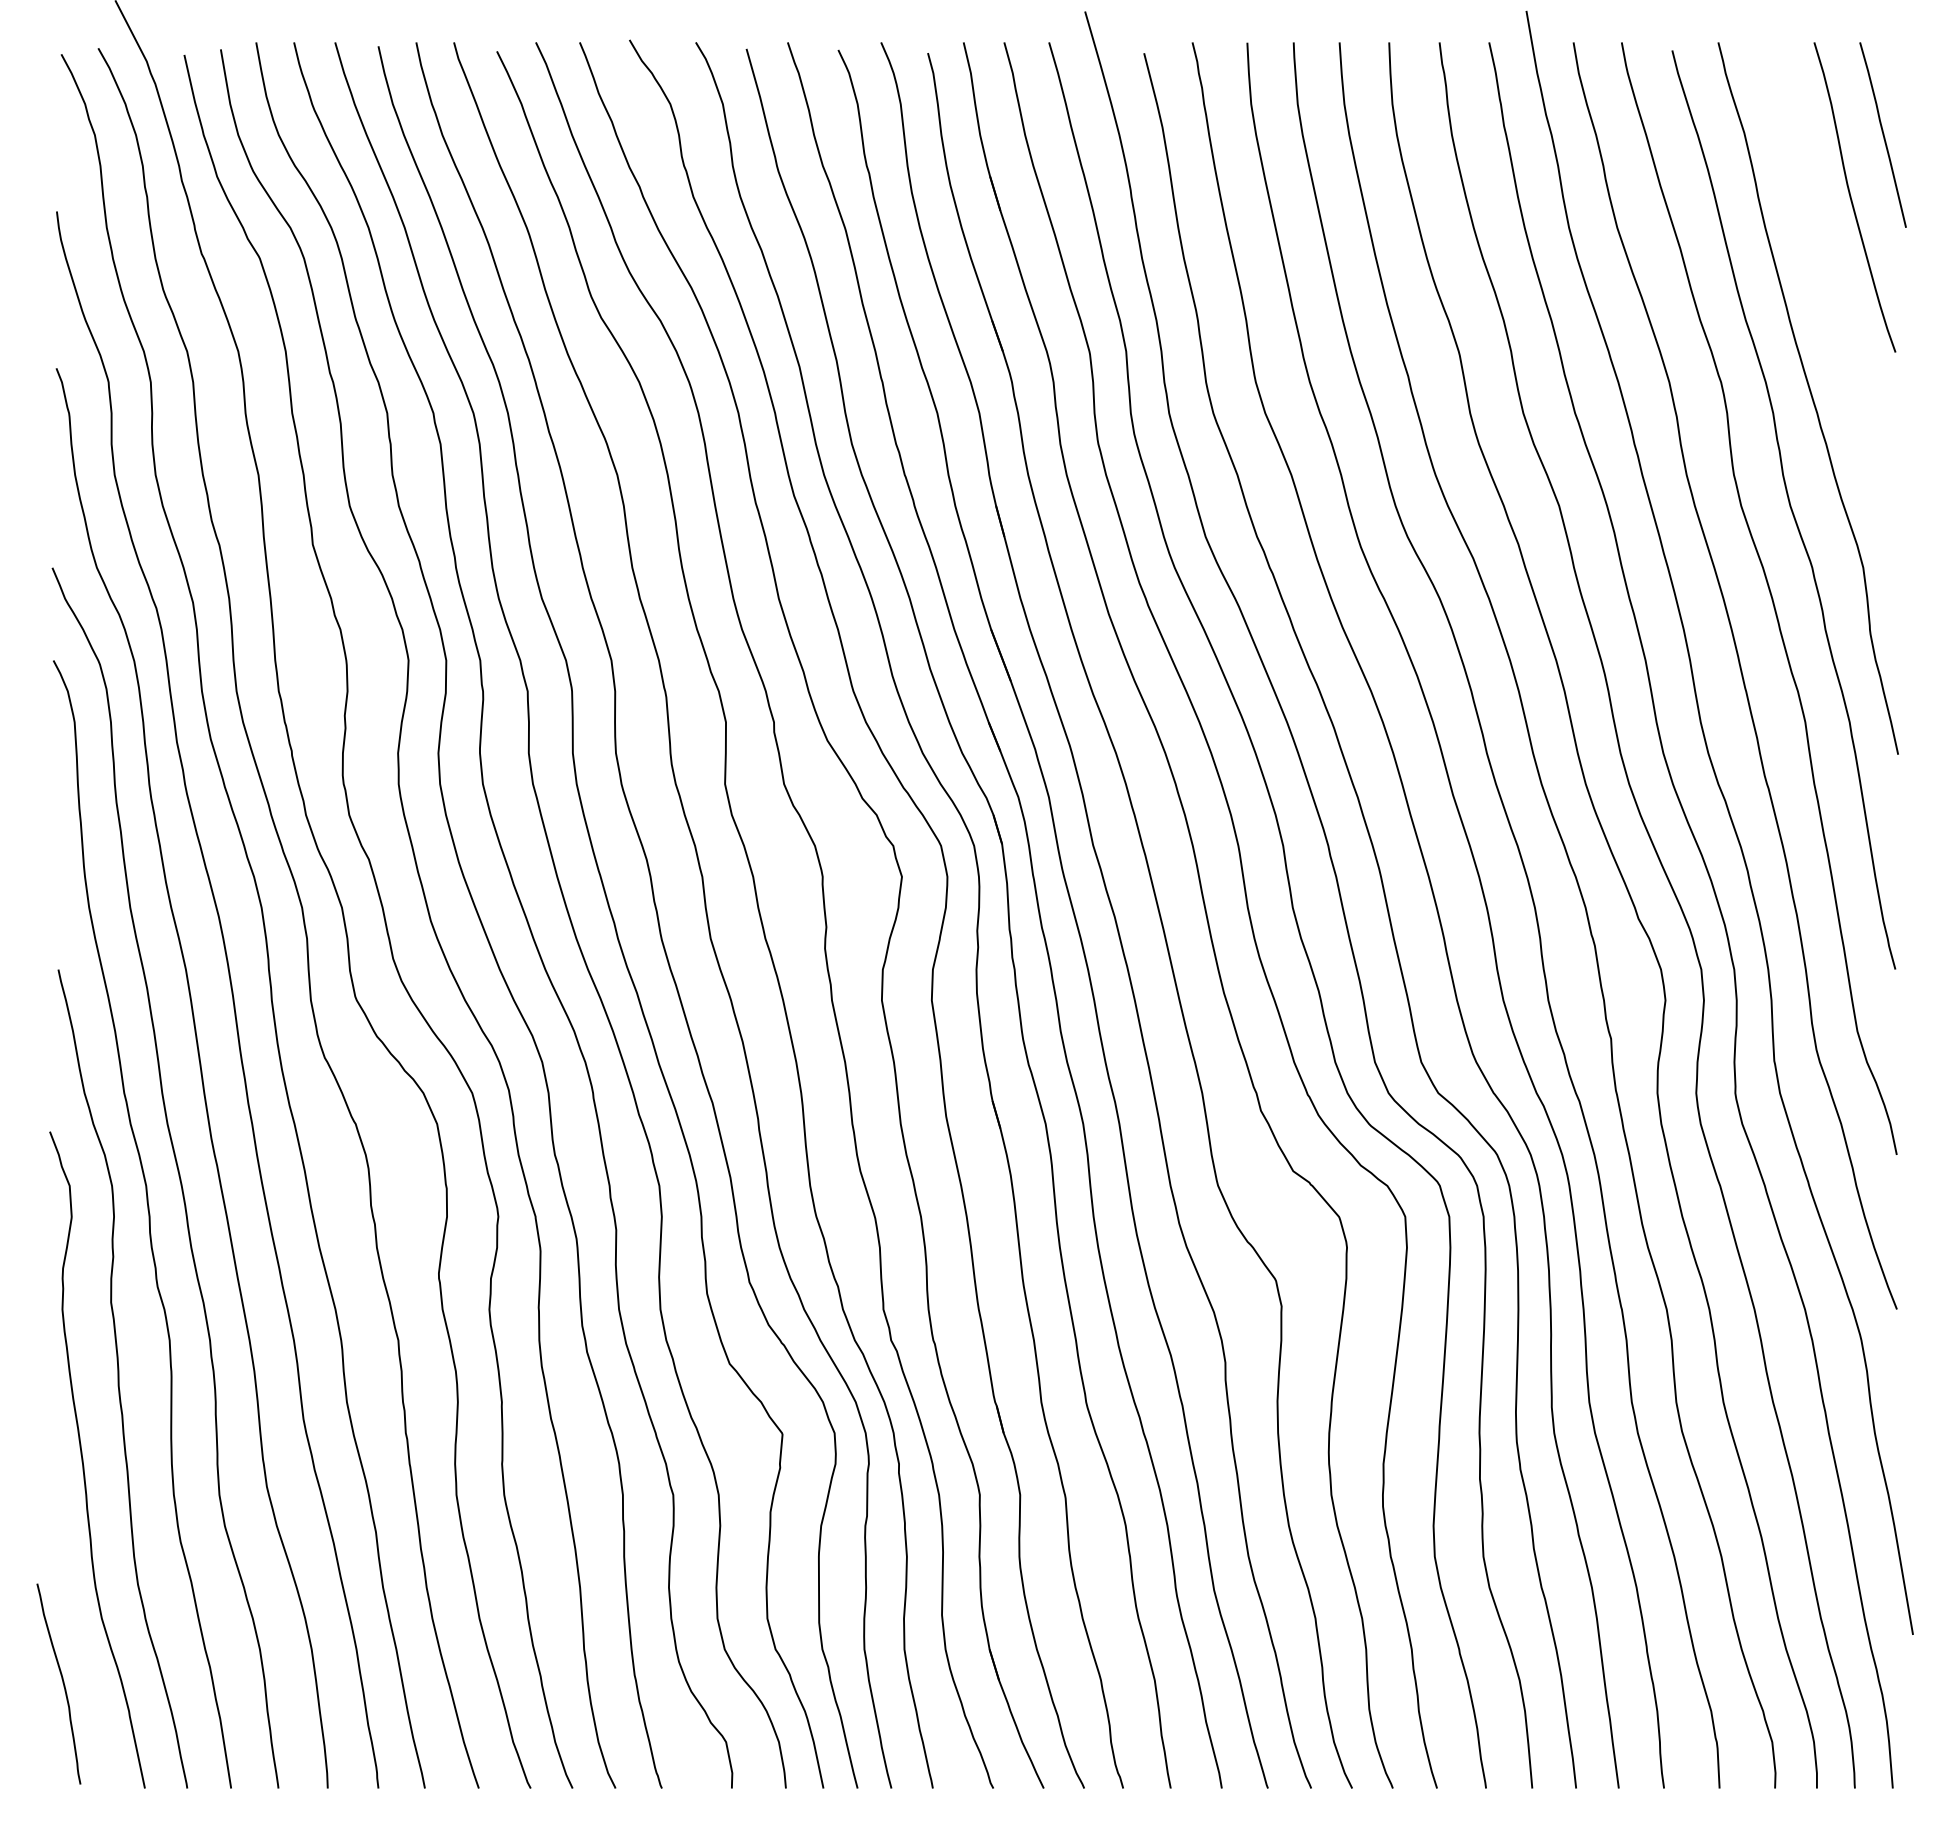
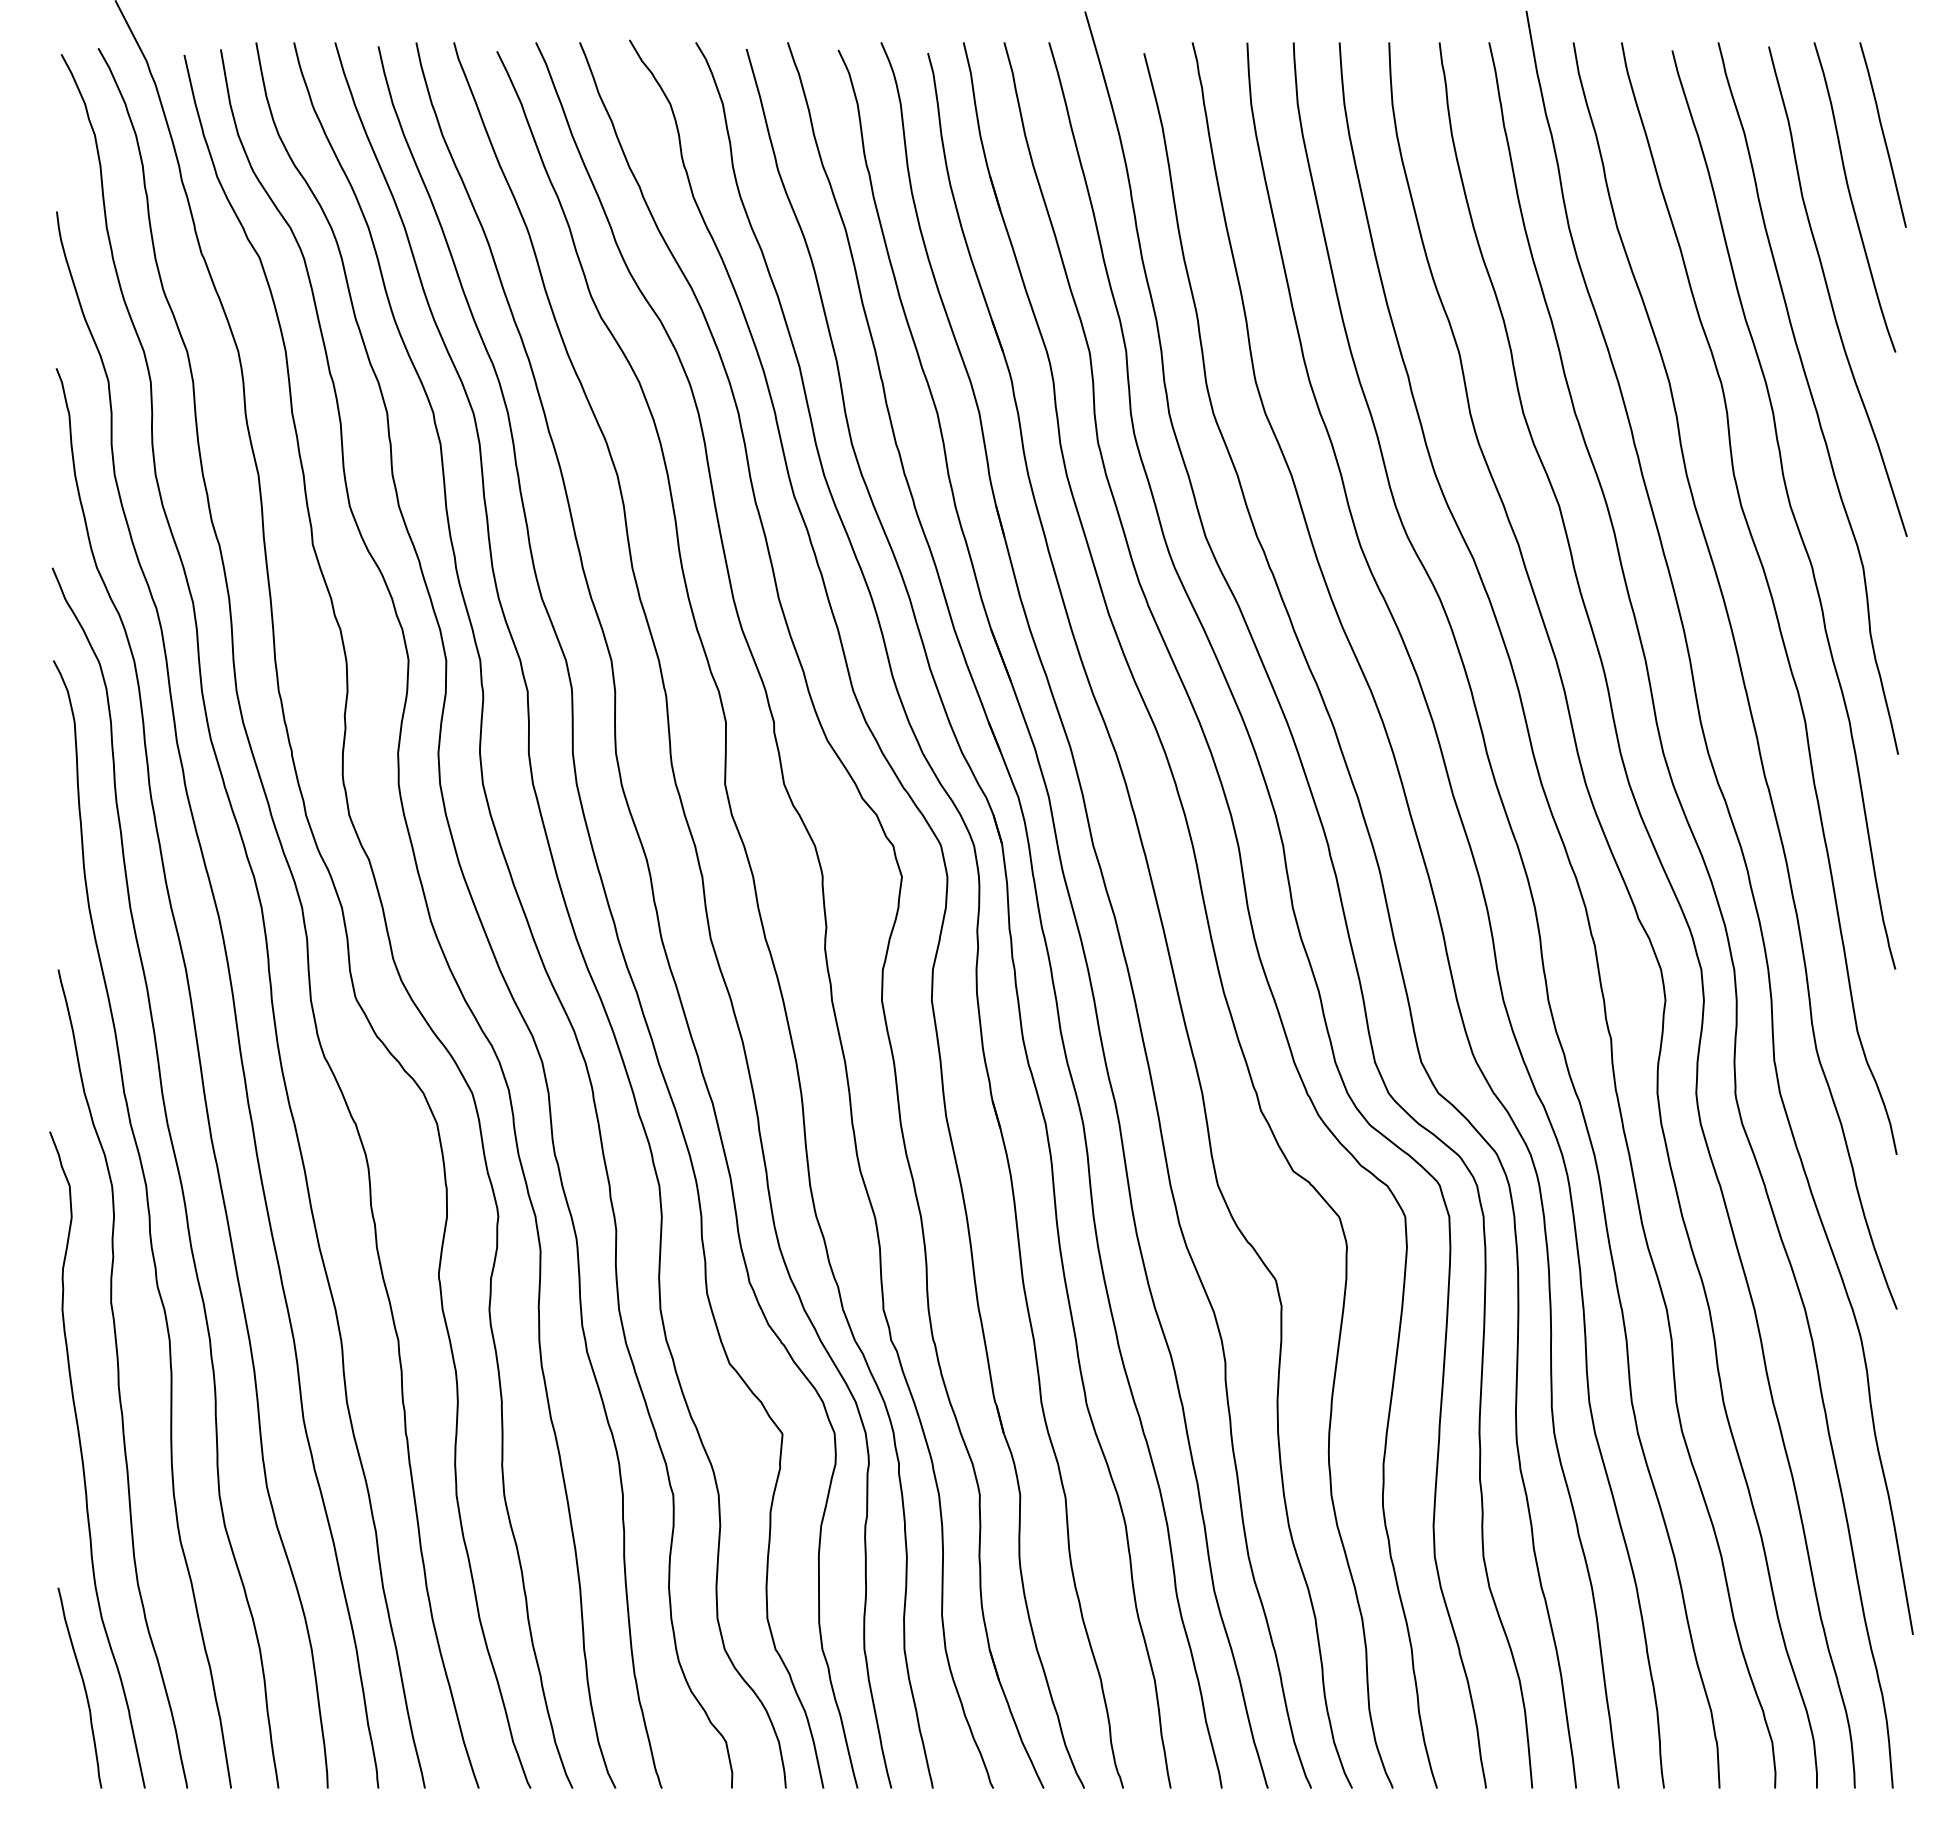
curve at (1829, 291): none -> present
curve at (62, 1683) position: (62, 1683) -> (83, 1687)
